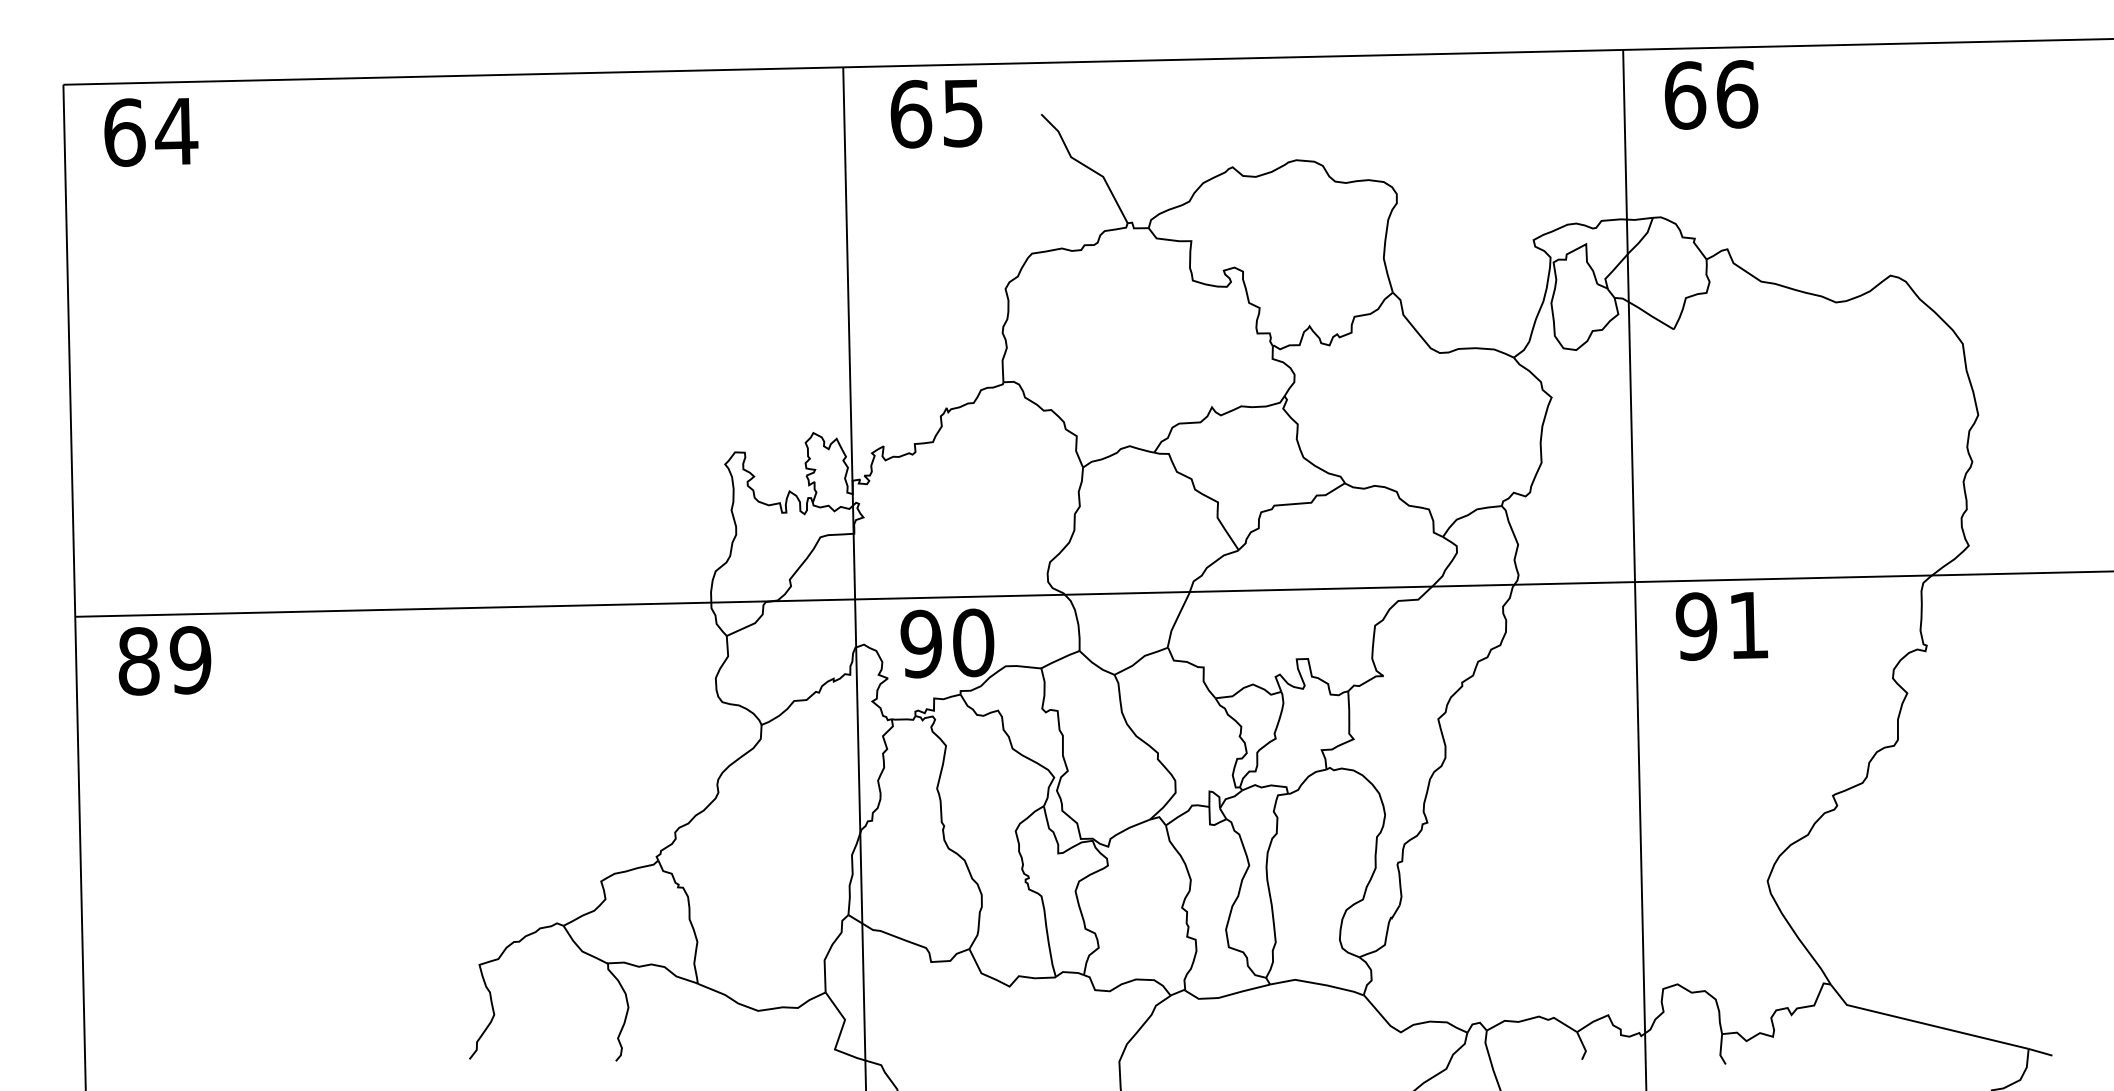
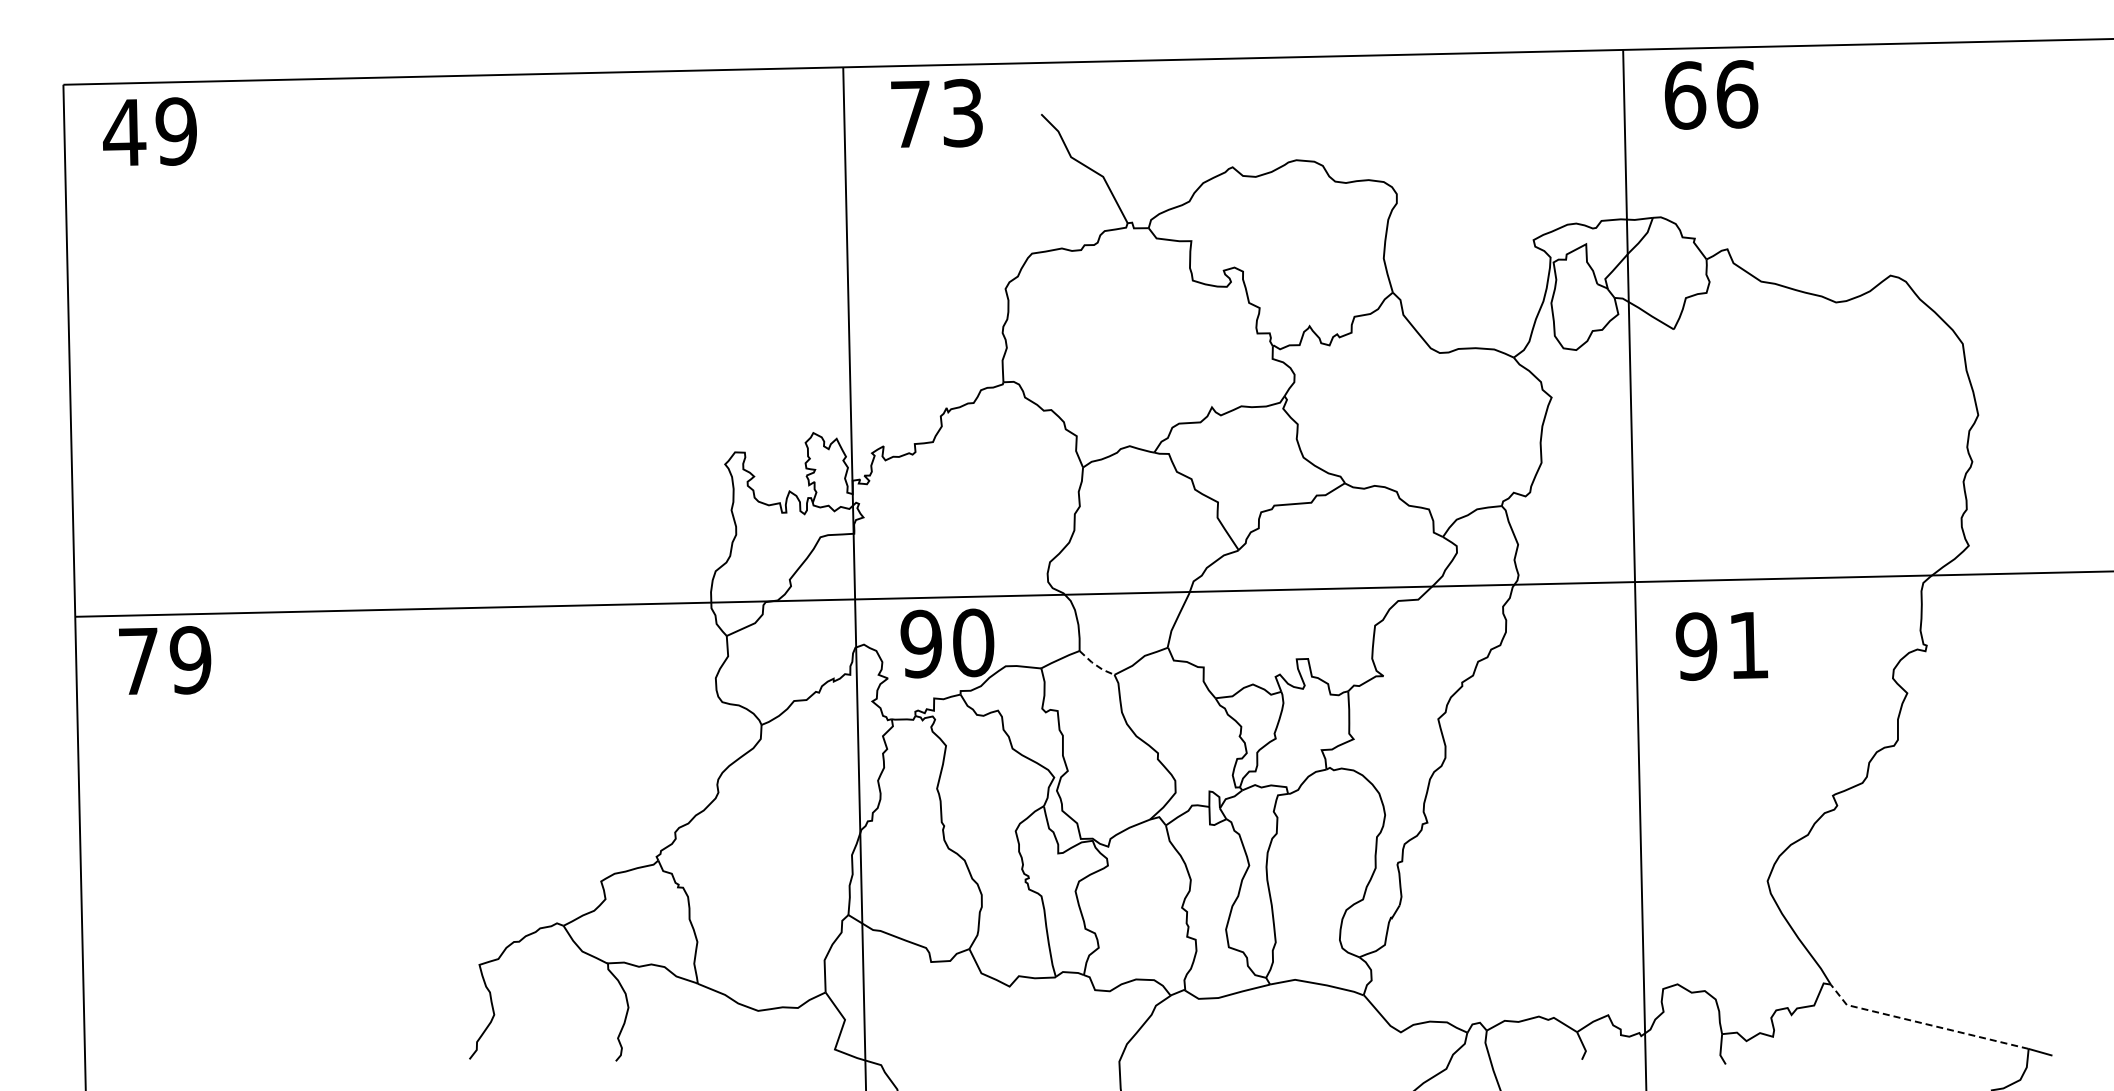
text at (936, 113): 65 -> 73
text at (150, 131): 64 -> 49
text at (1721, 626) position: (1721, 626) -> (1721, 646)
text at (138, 661): 89 -> 79
line at (1095, 665): solid -> dashed
line at (1924, 1023): solid -> dashed
